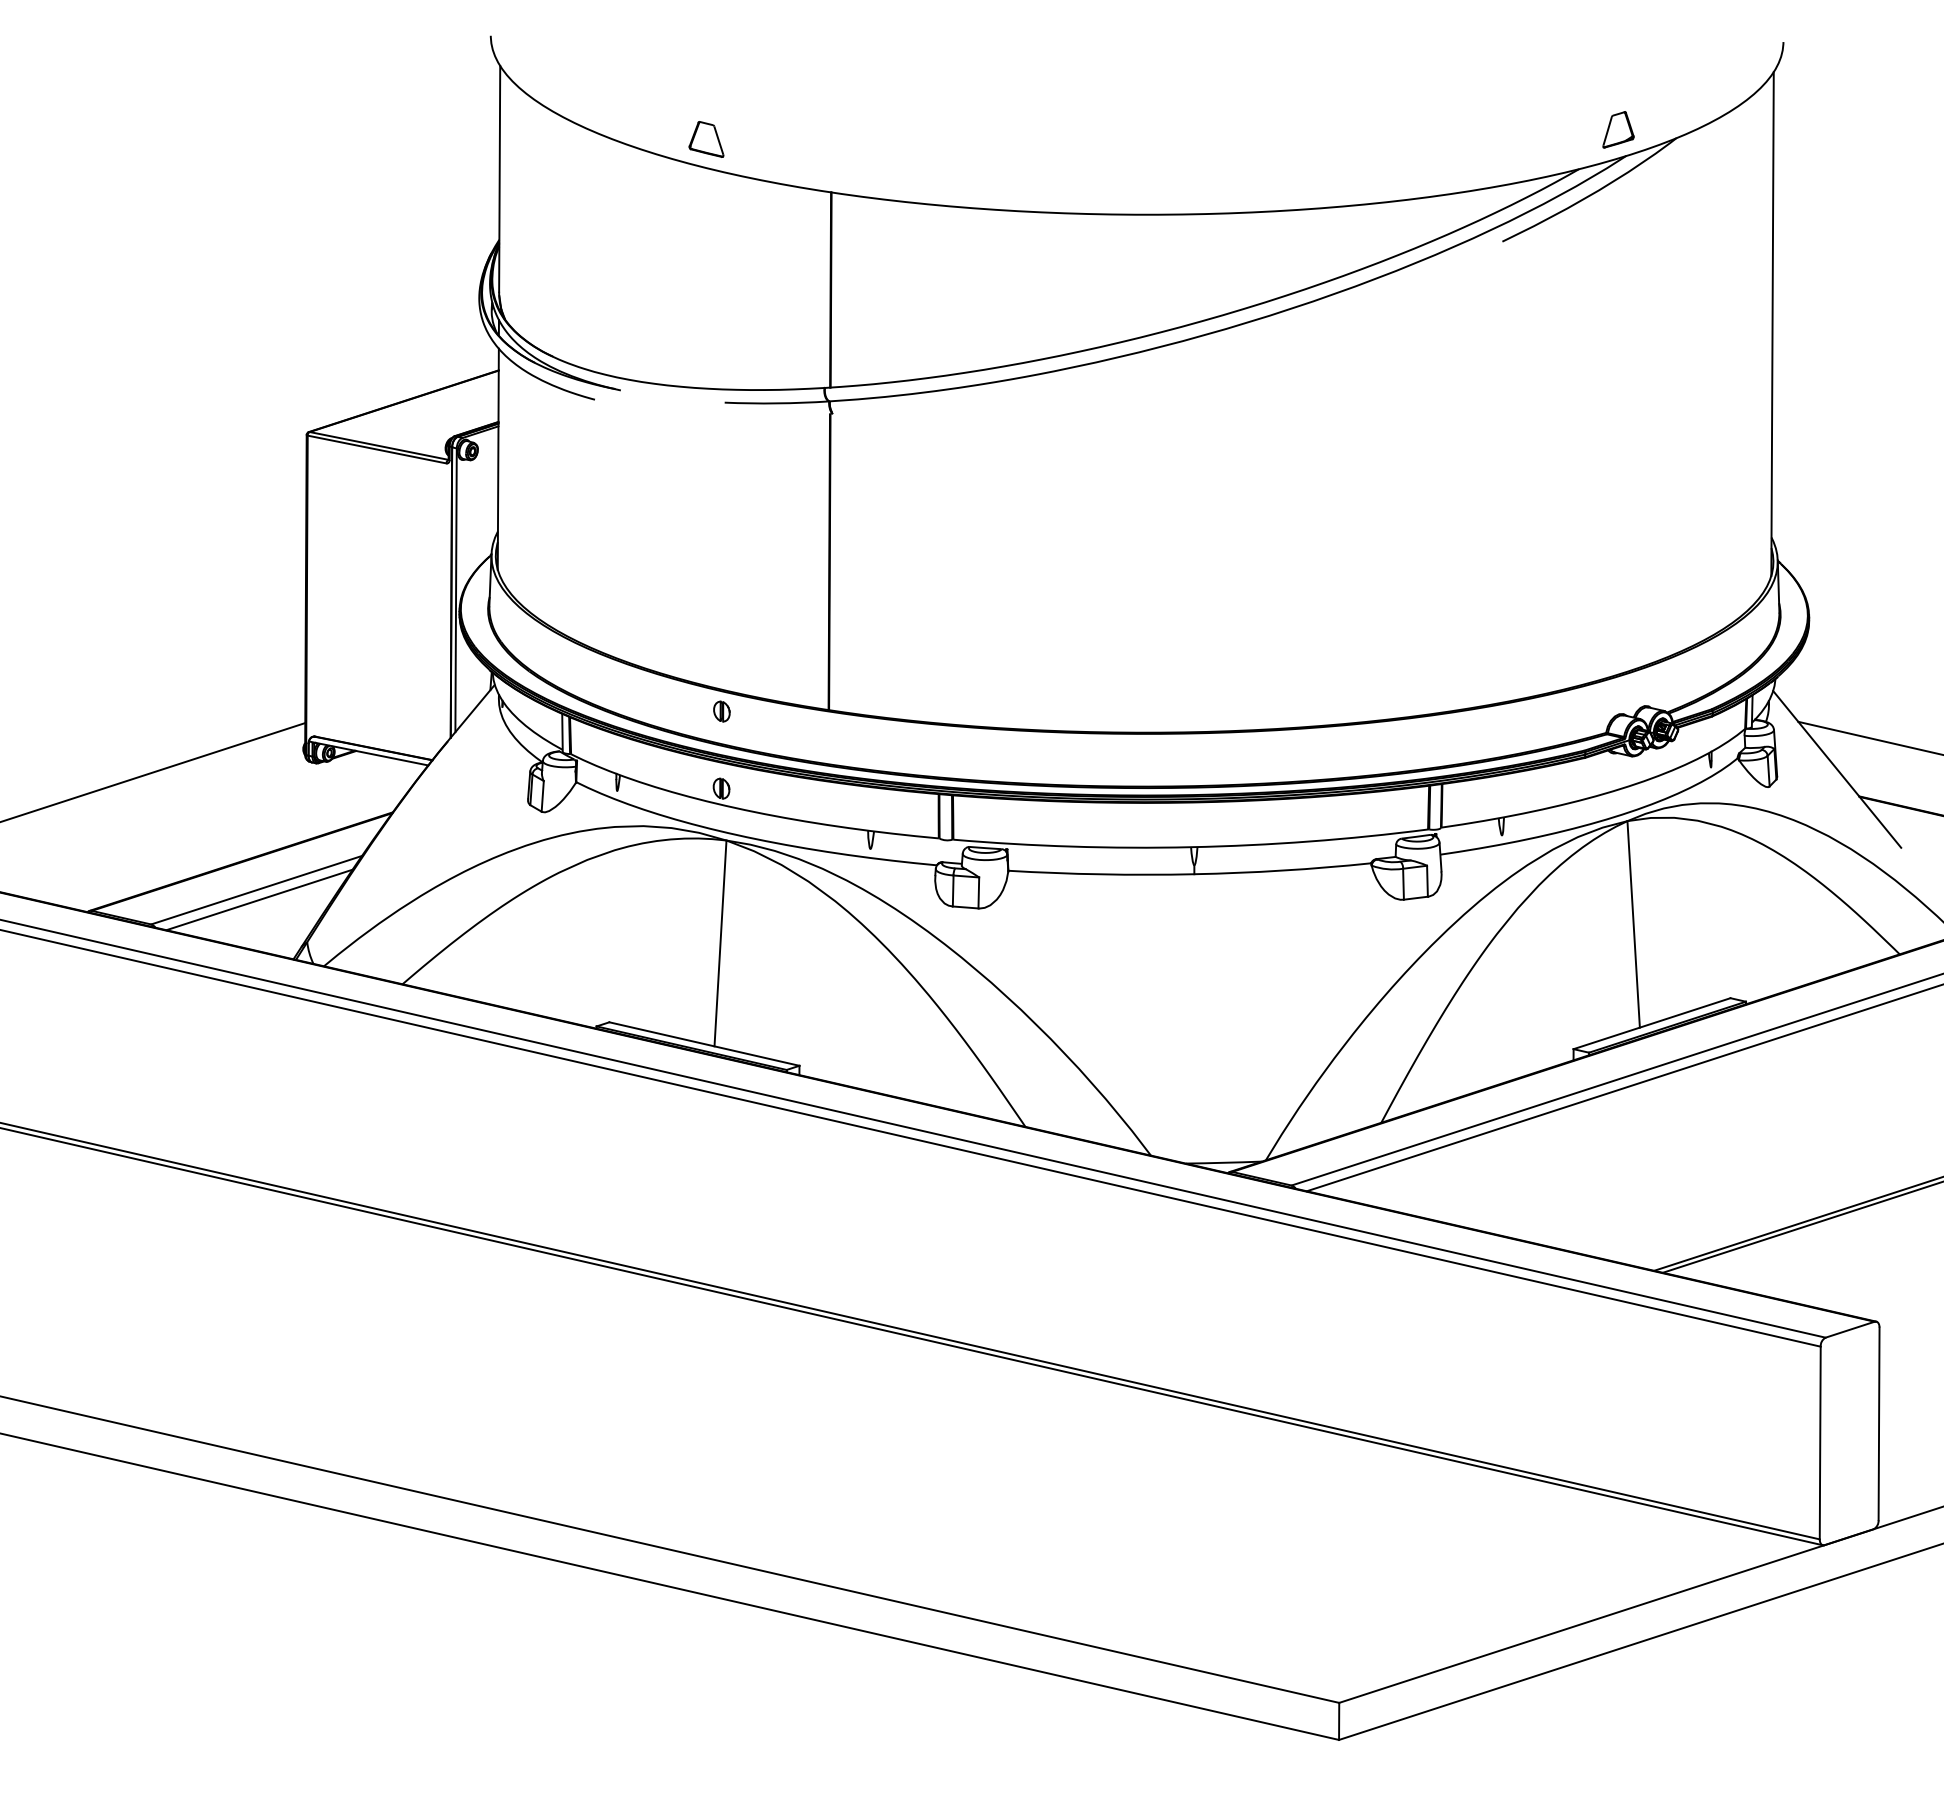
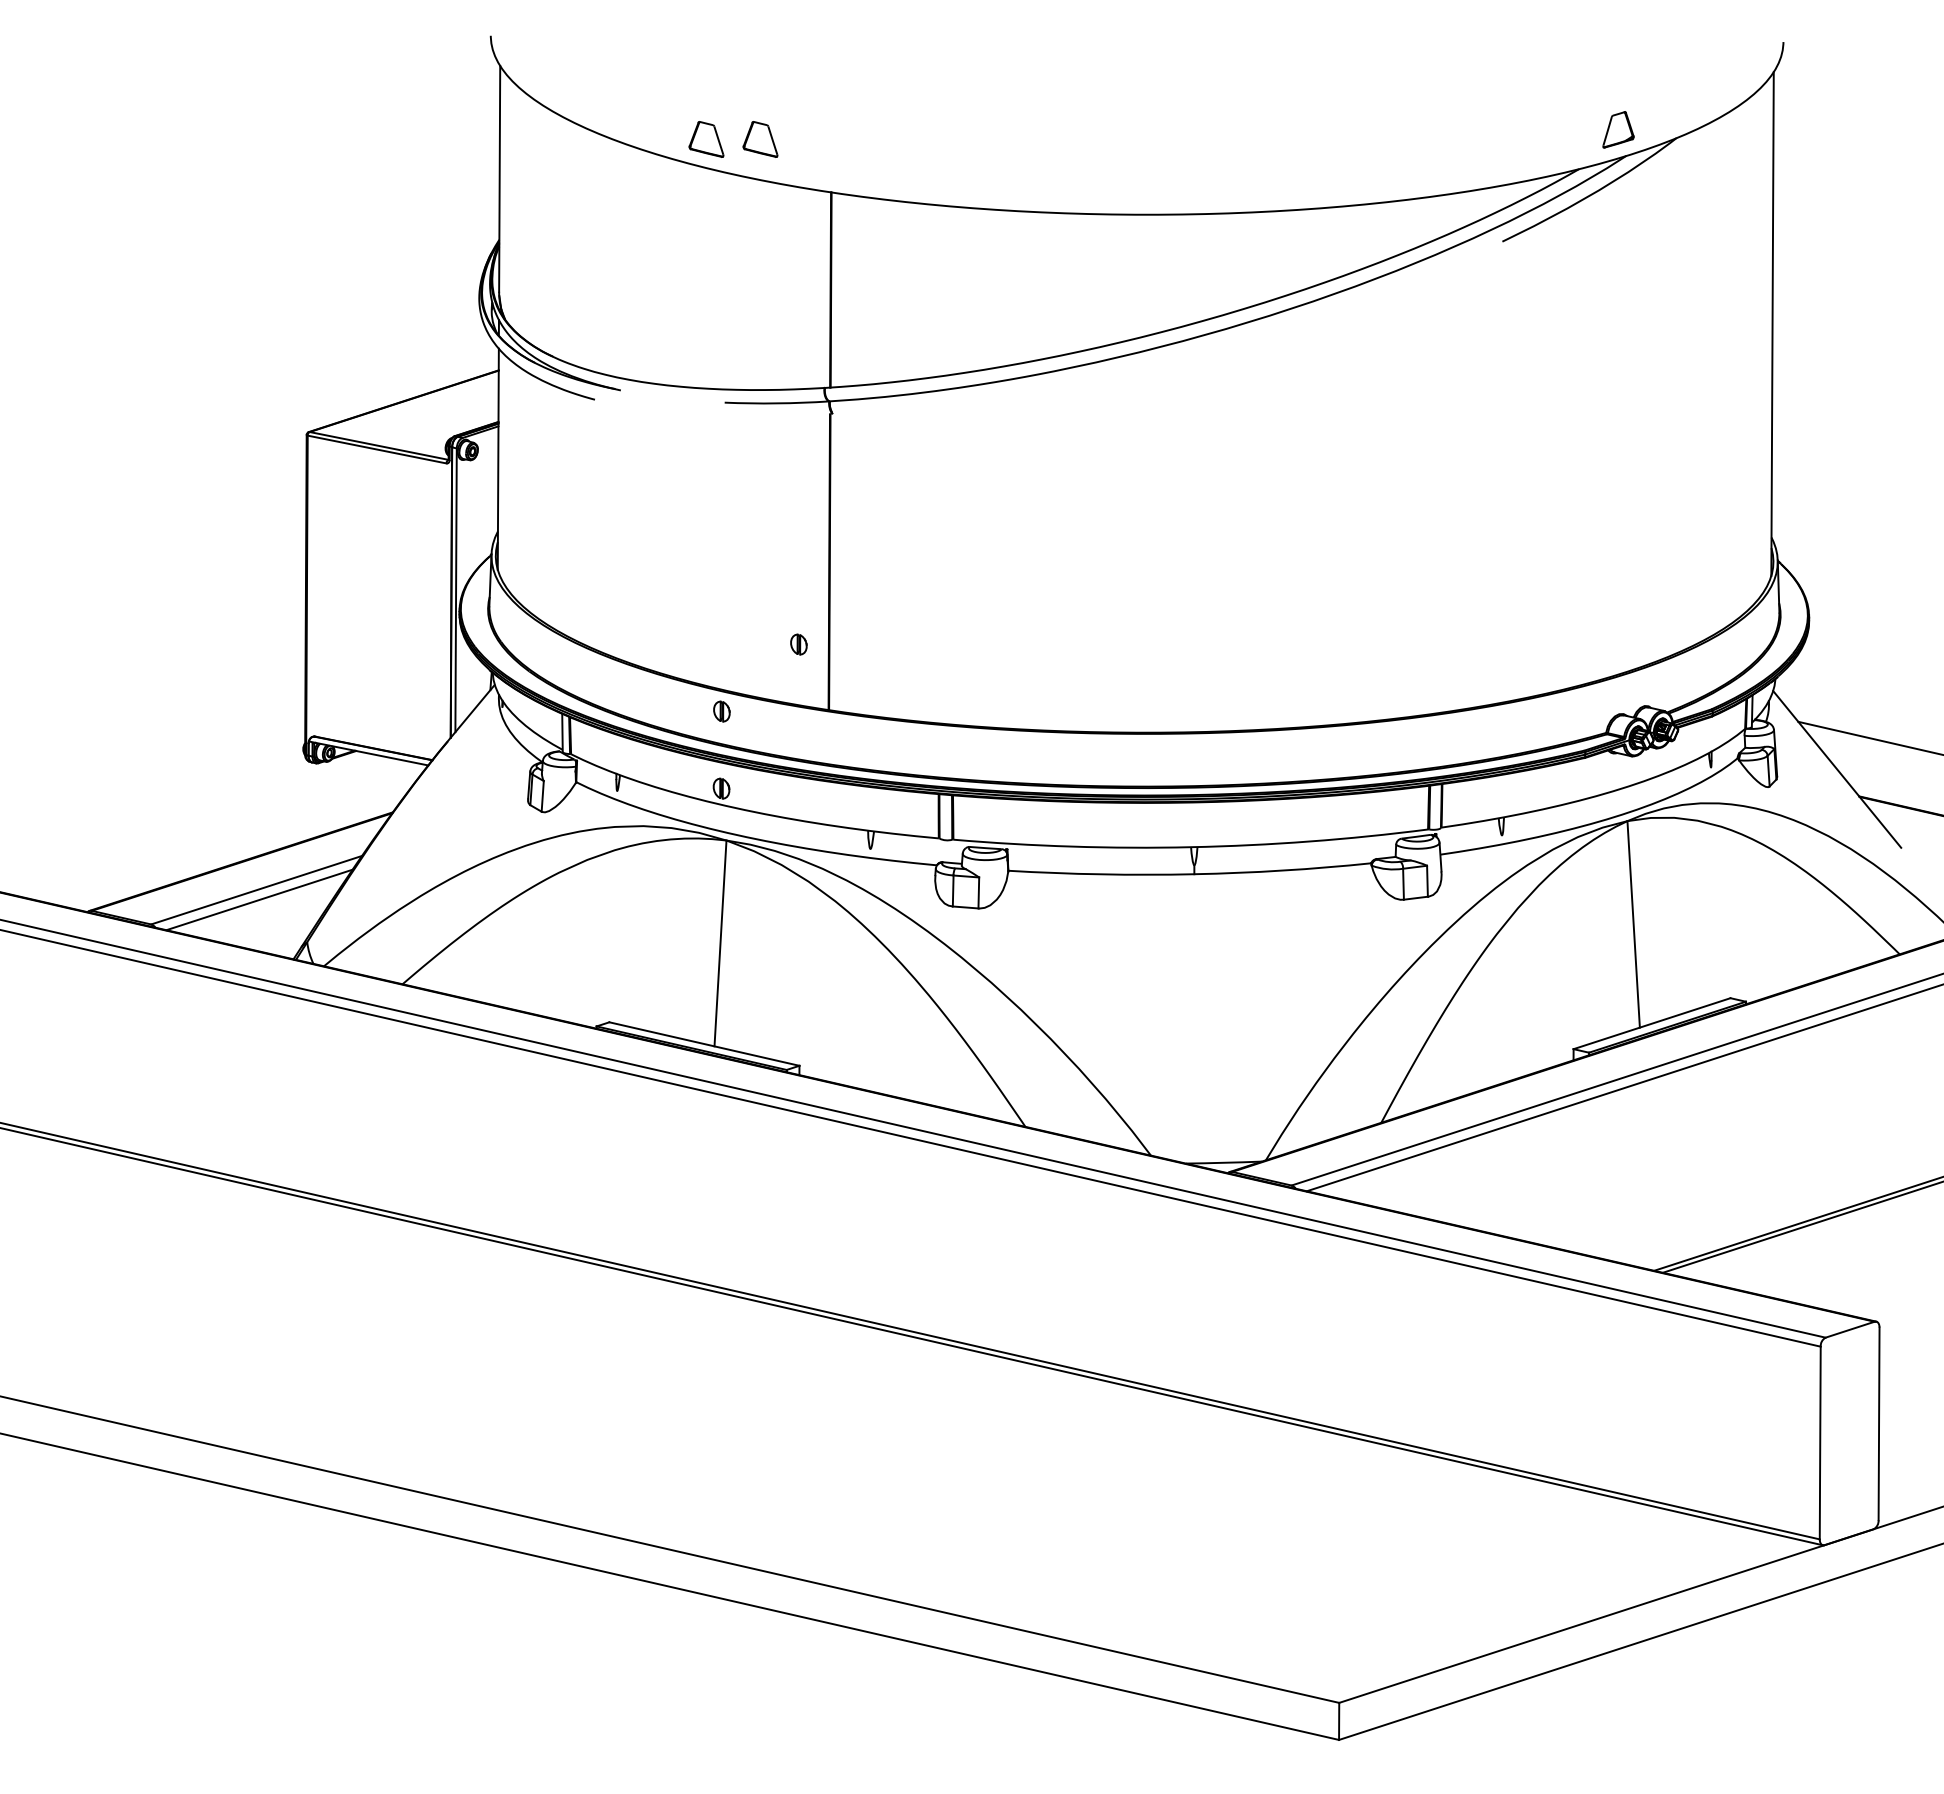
part at (760, 139): none -> present
part at (798, 644): none -> present
line at (153, 772): present -> none
